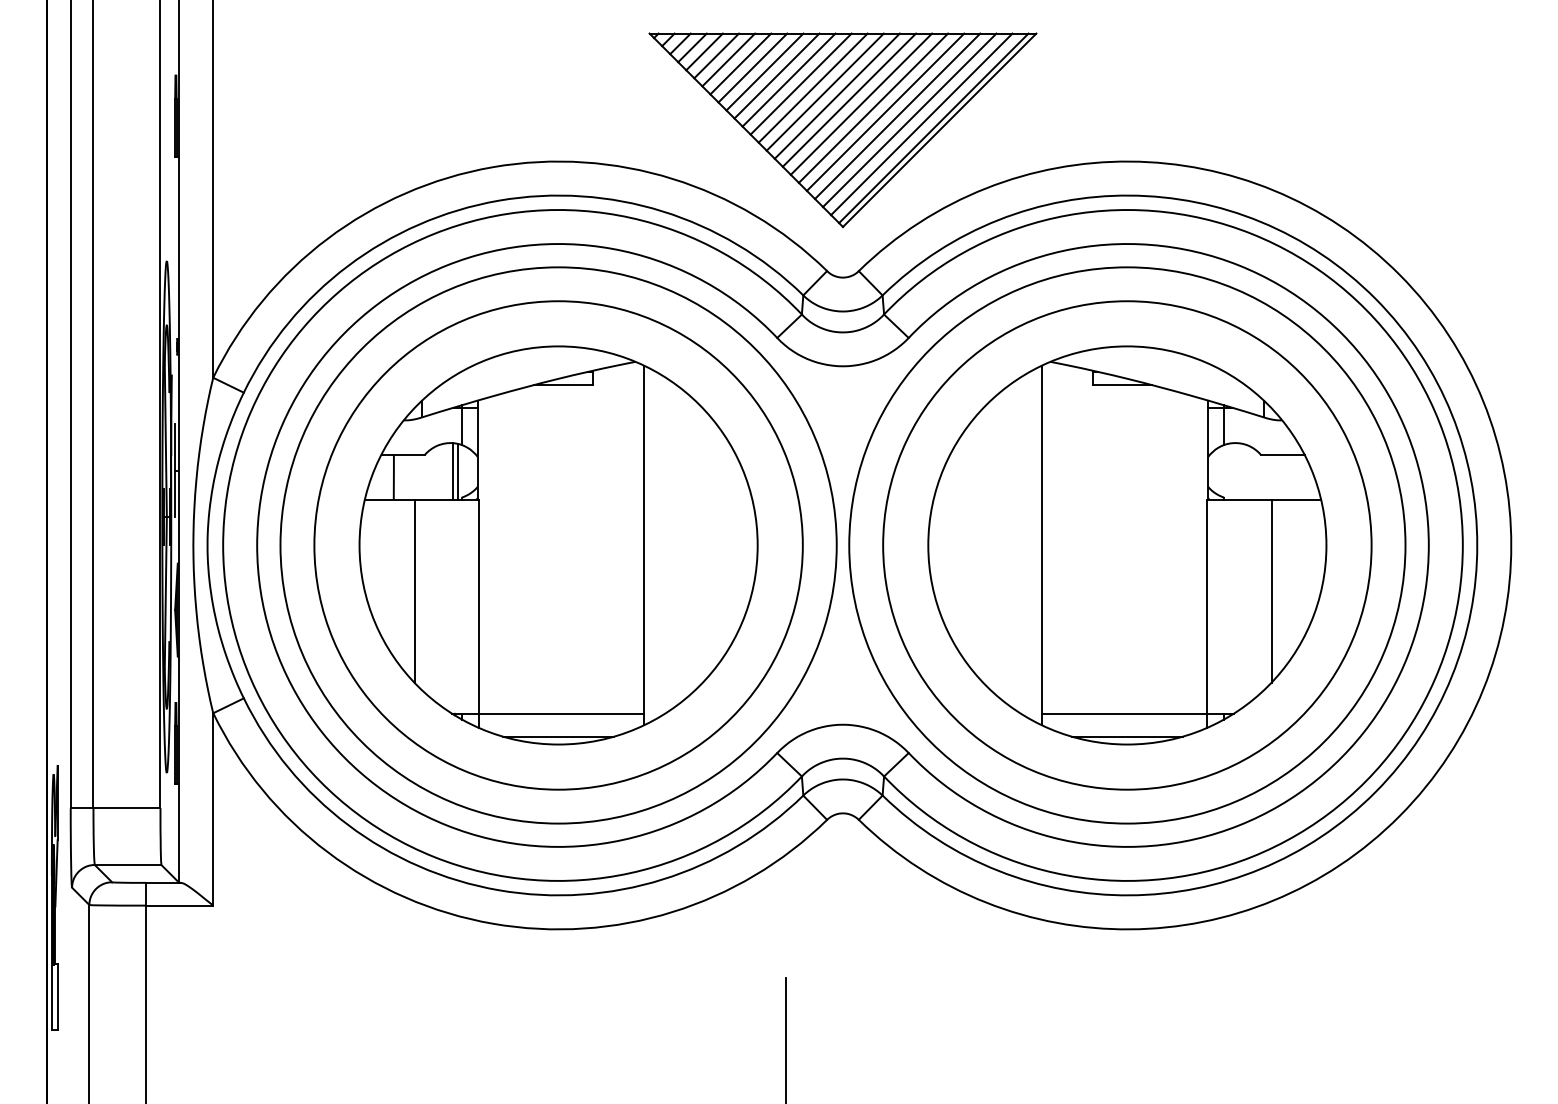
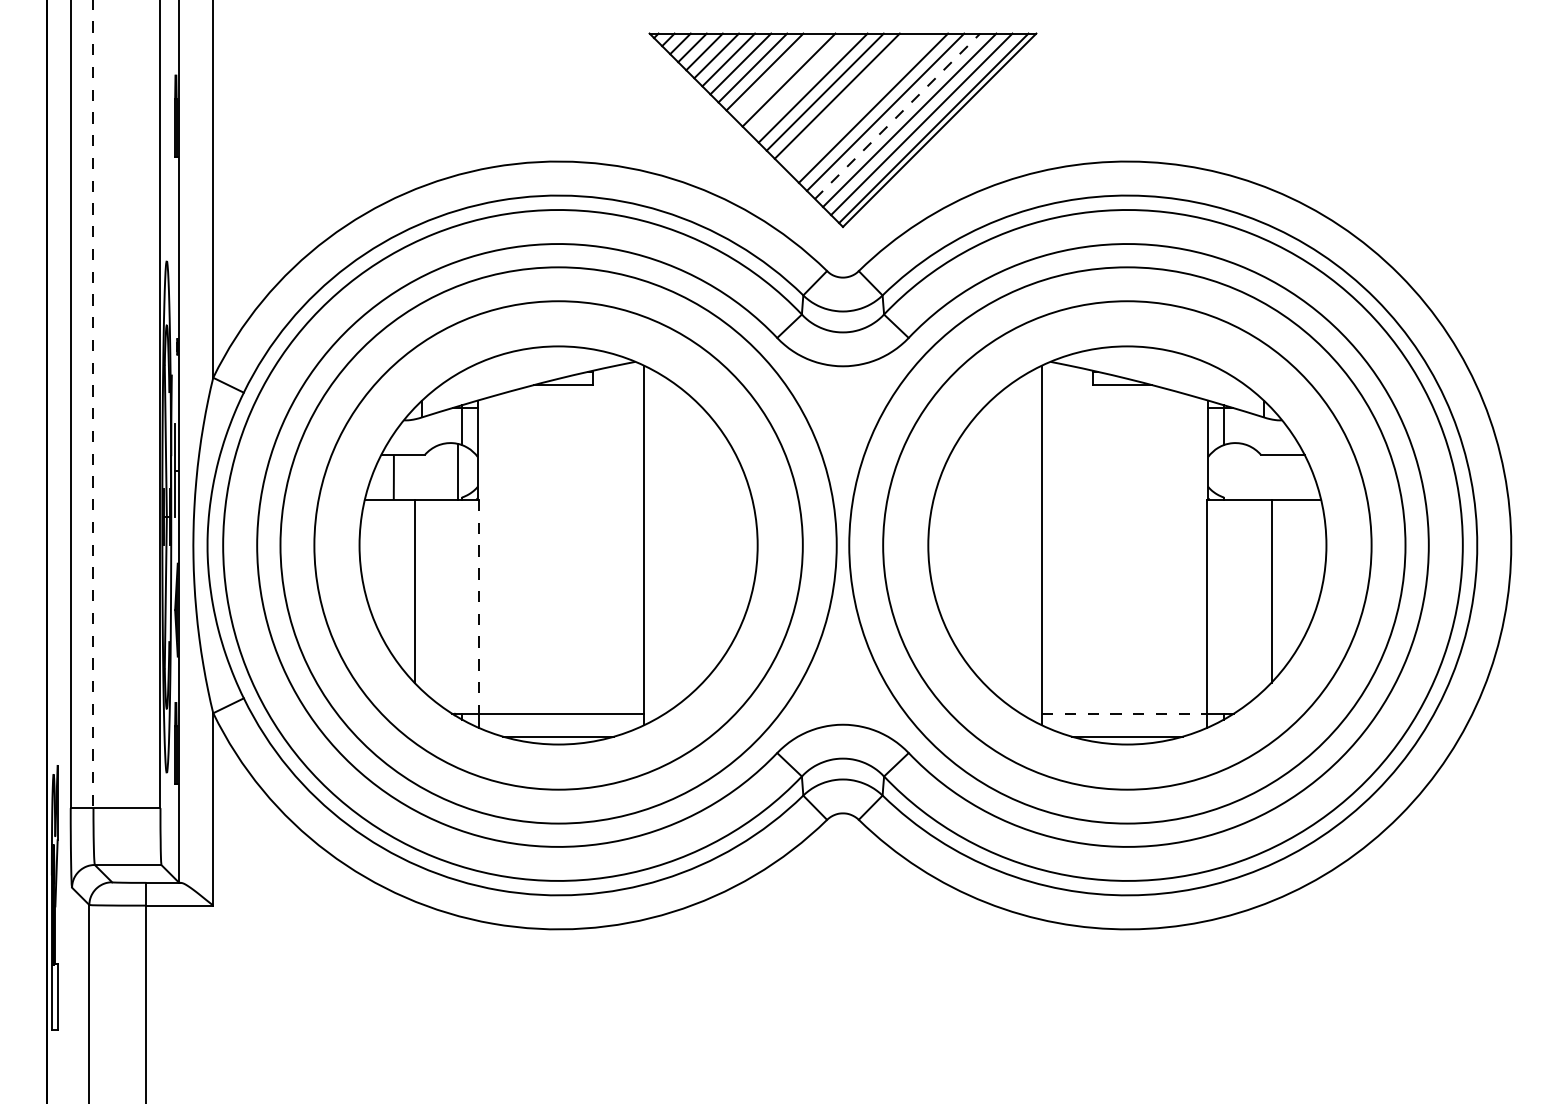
line at (776, 75): present -> none
line at (800, 83): present -> none
line at (849, 99): present -> none
line at (861, 103): present -> none
line at (897, 116): solid -> dashed
line at (93, 404): solid -> dashed
line at (452, 471): present -> none
line at (478, 606): solid -> dashed
line at (1125, 713): solid -> dashed
line at (786, 1038): present -> none
